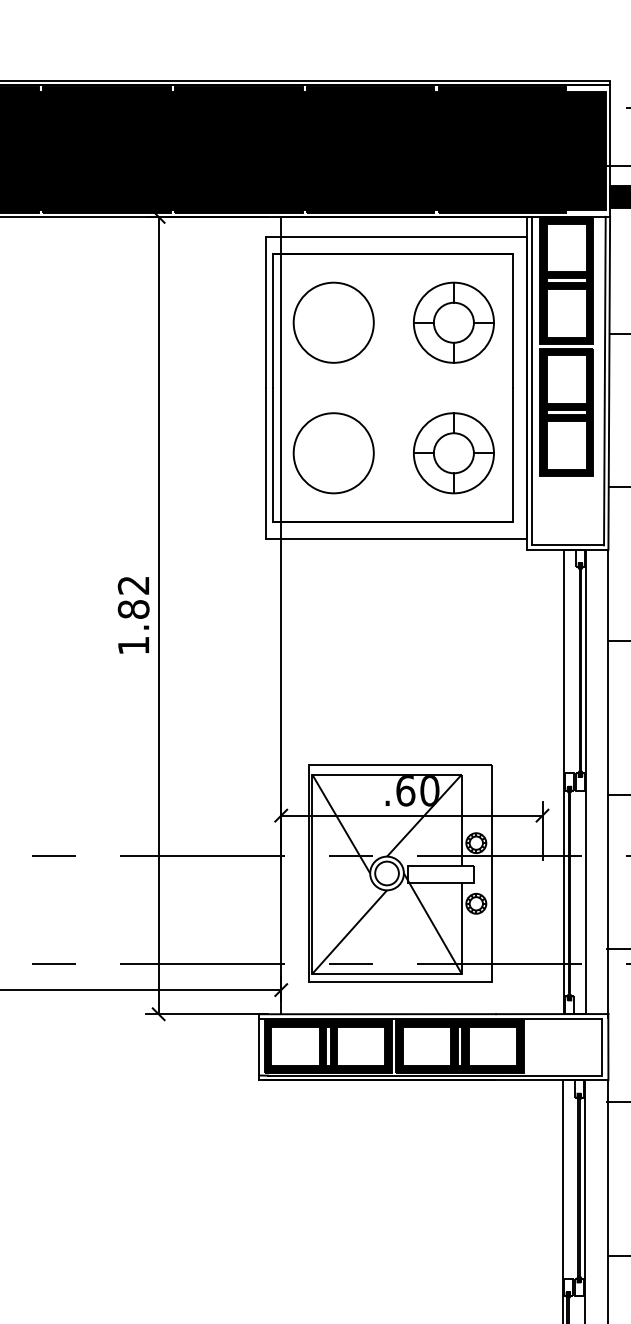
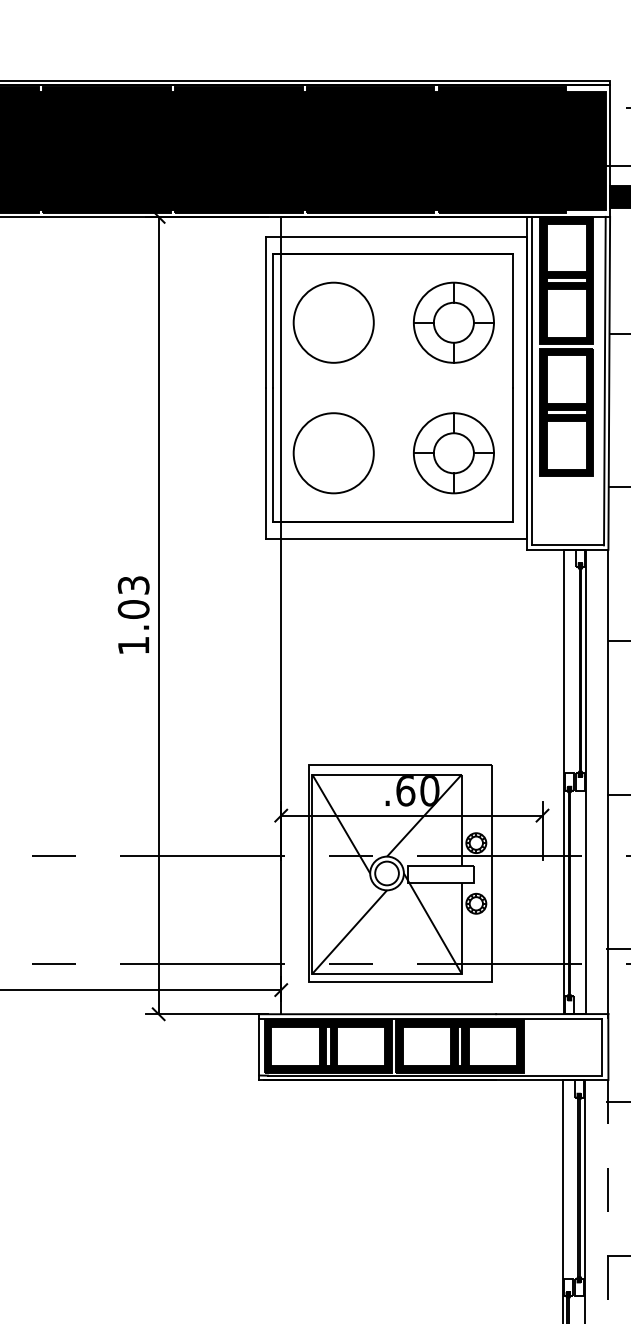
text at (133, 597): 1.82 -> 1.03
line at (608, 1201): solid -> dashed
